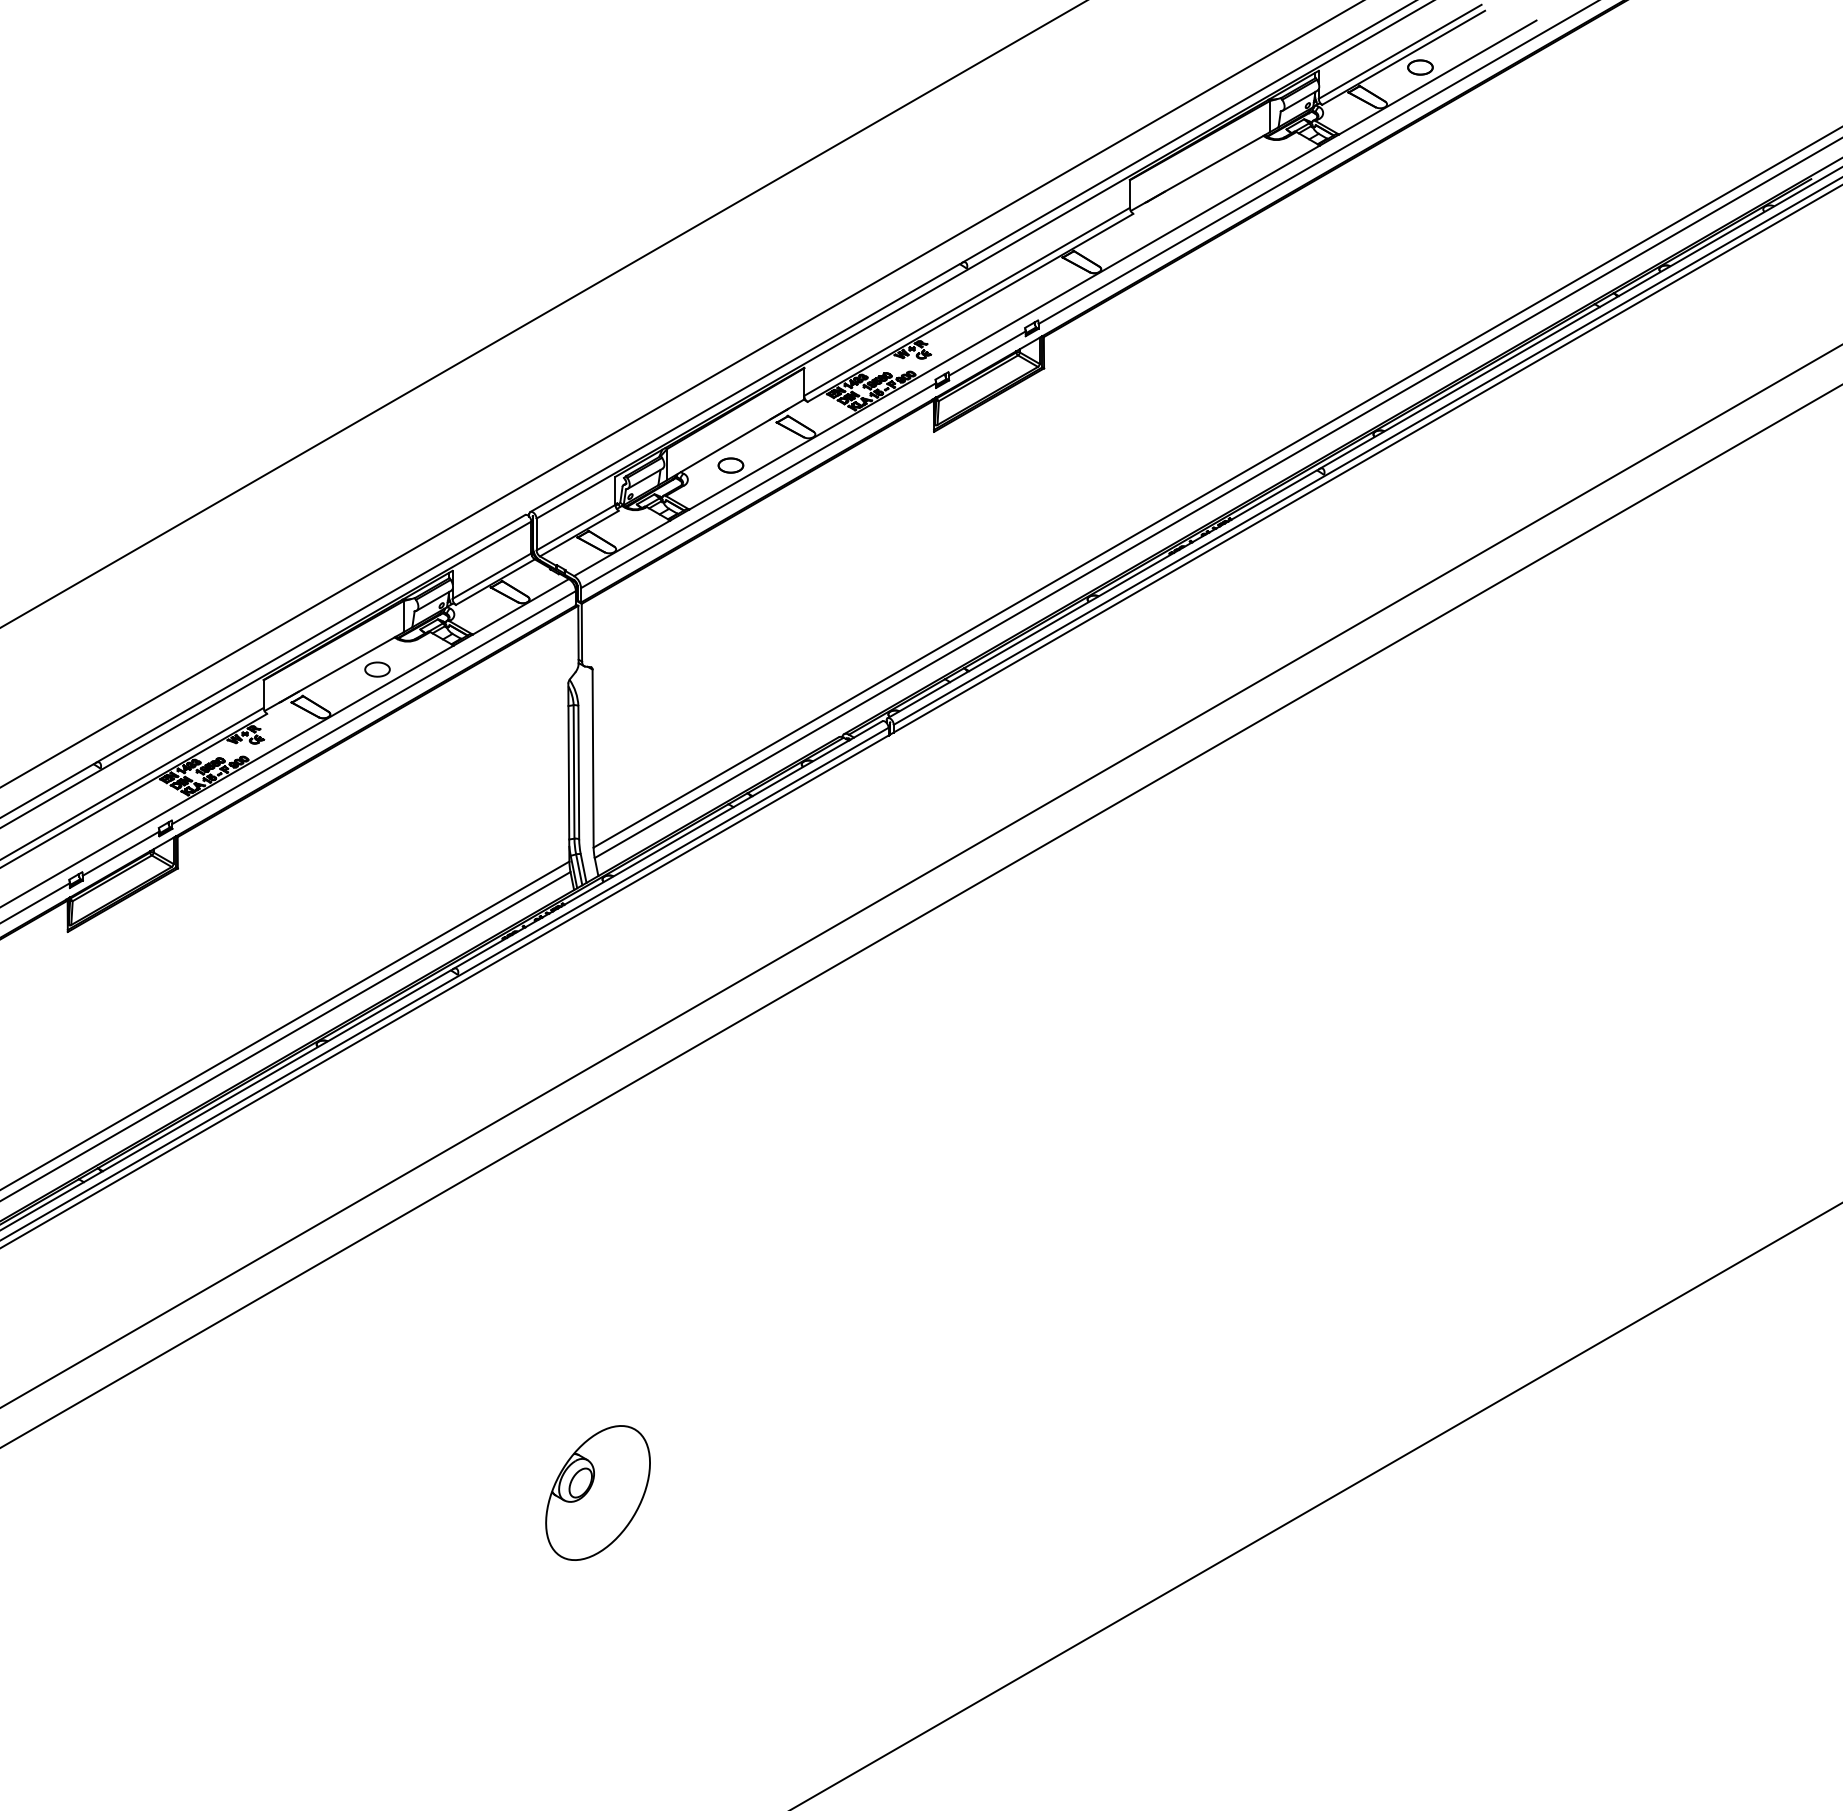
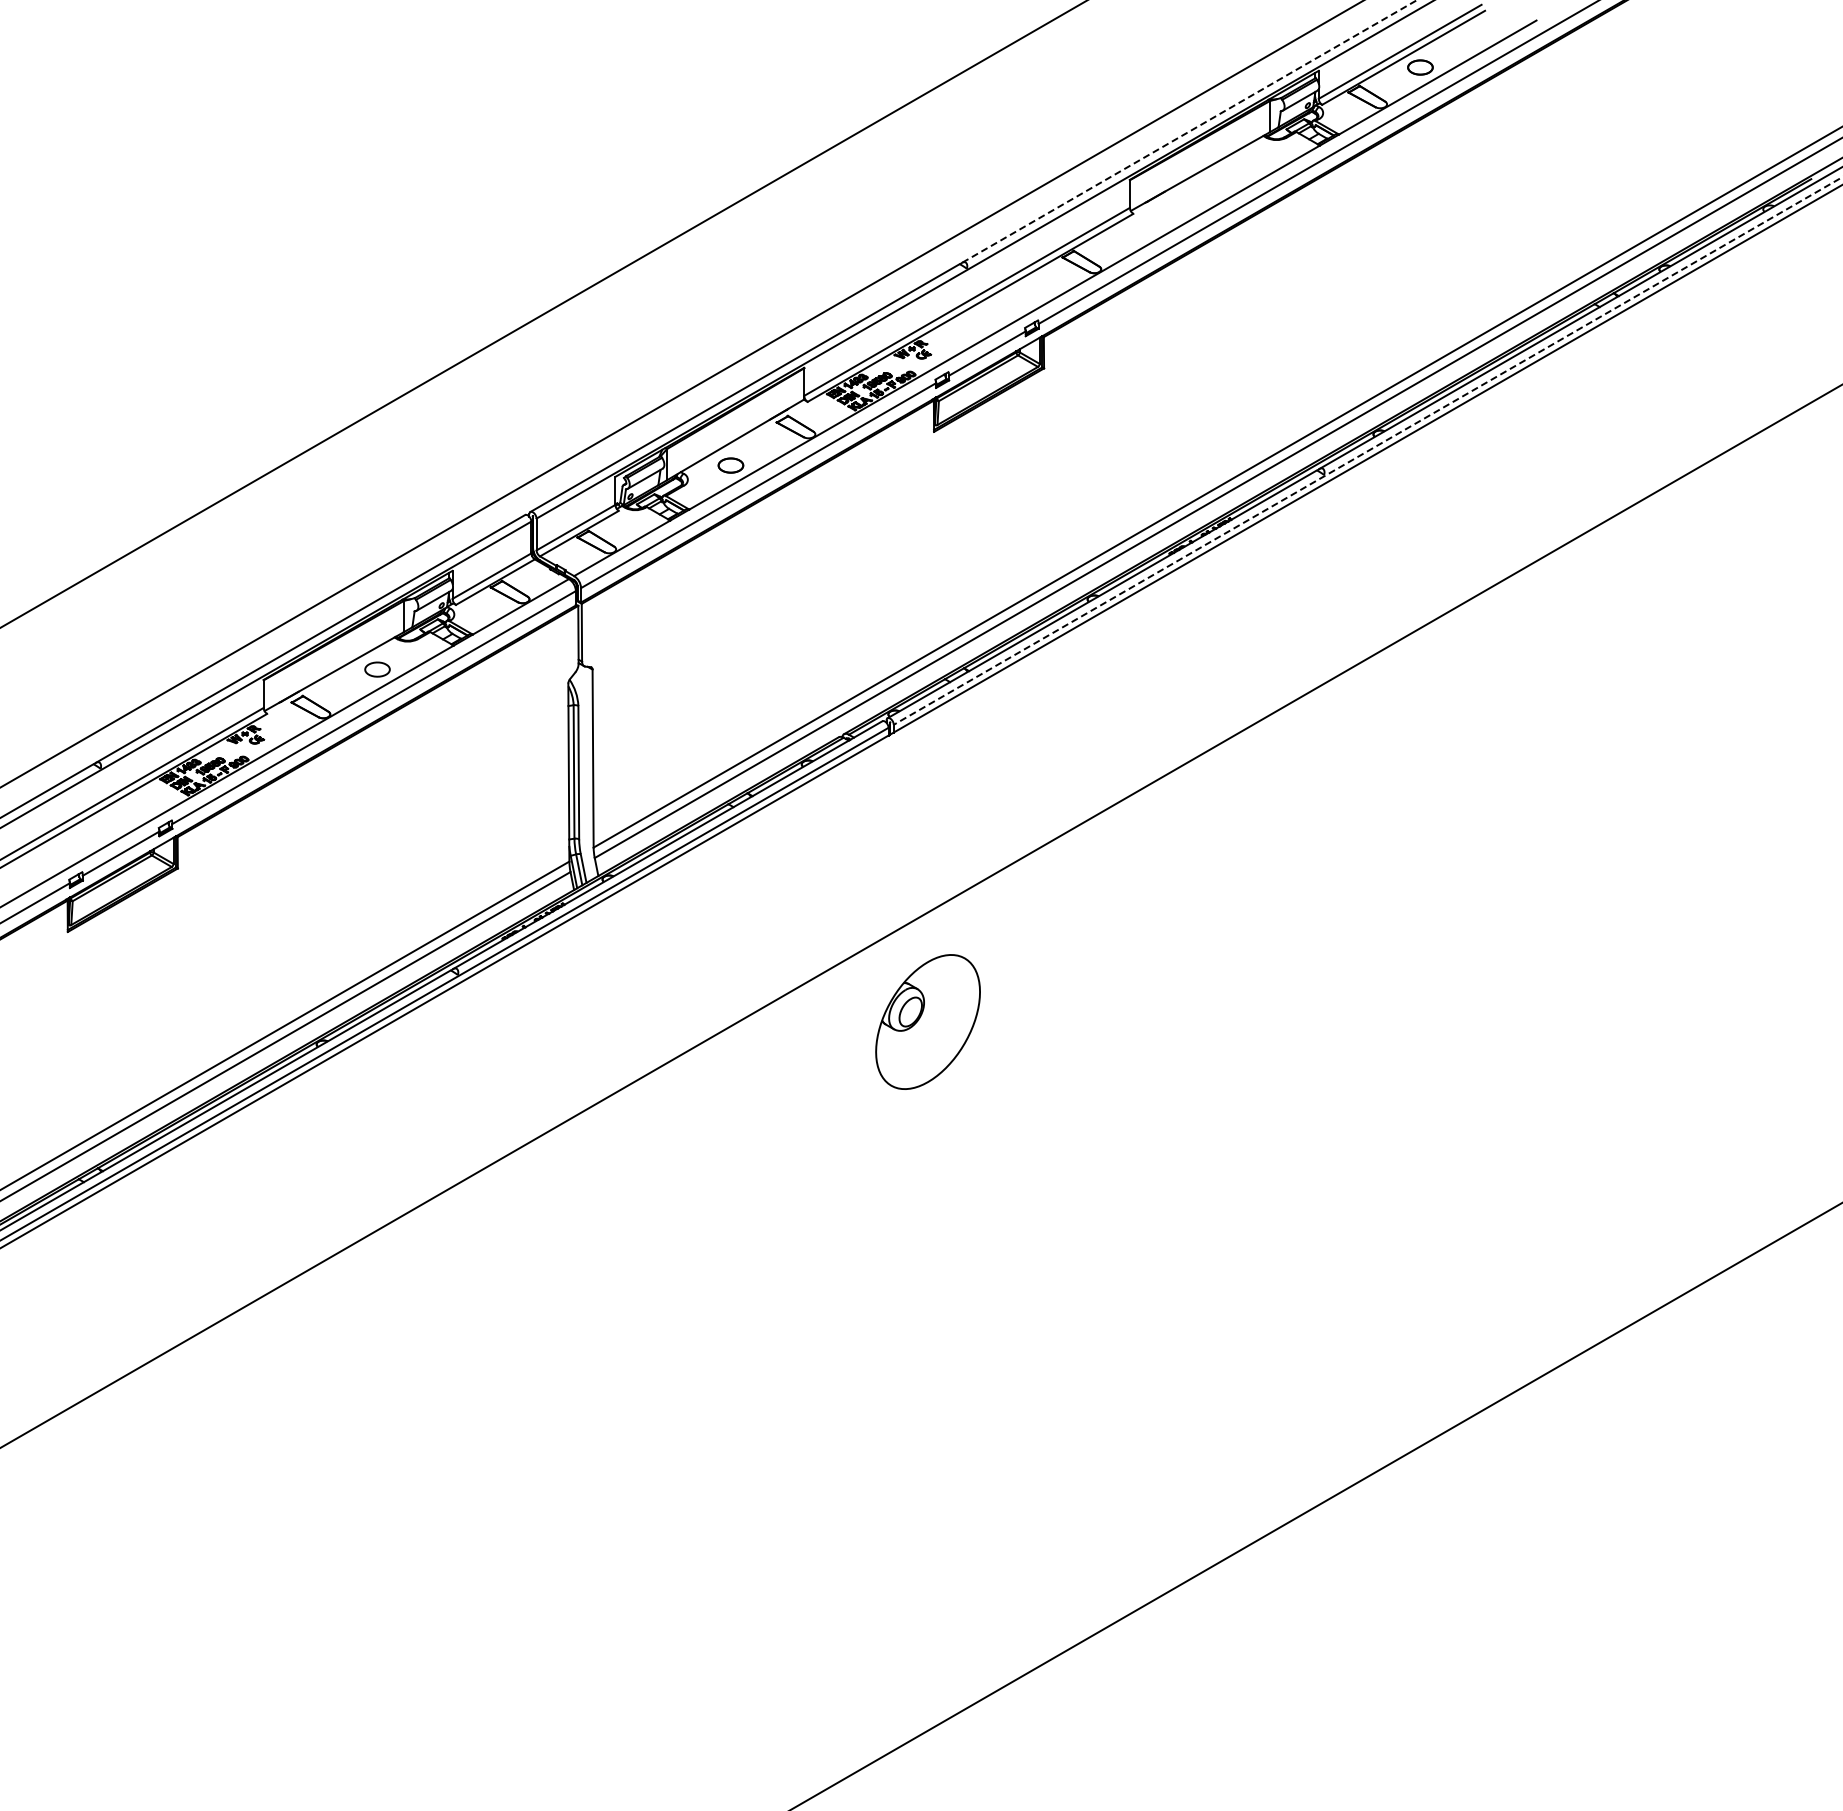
line at (1189, 131): solid -> dashed
line at (1368, 450): solid -> dashed
line at (920, 876): present -> none
part at (597, 1492) position: (597, 1492) -> (927, 1021)
